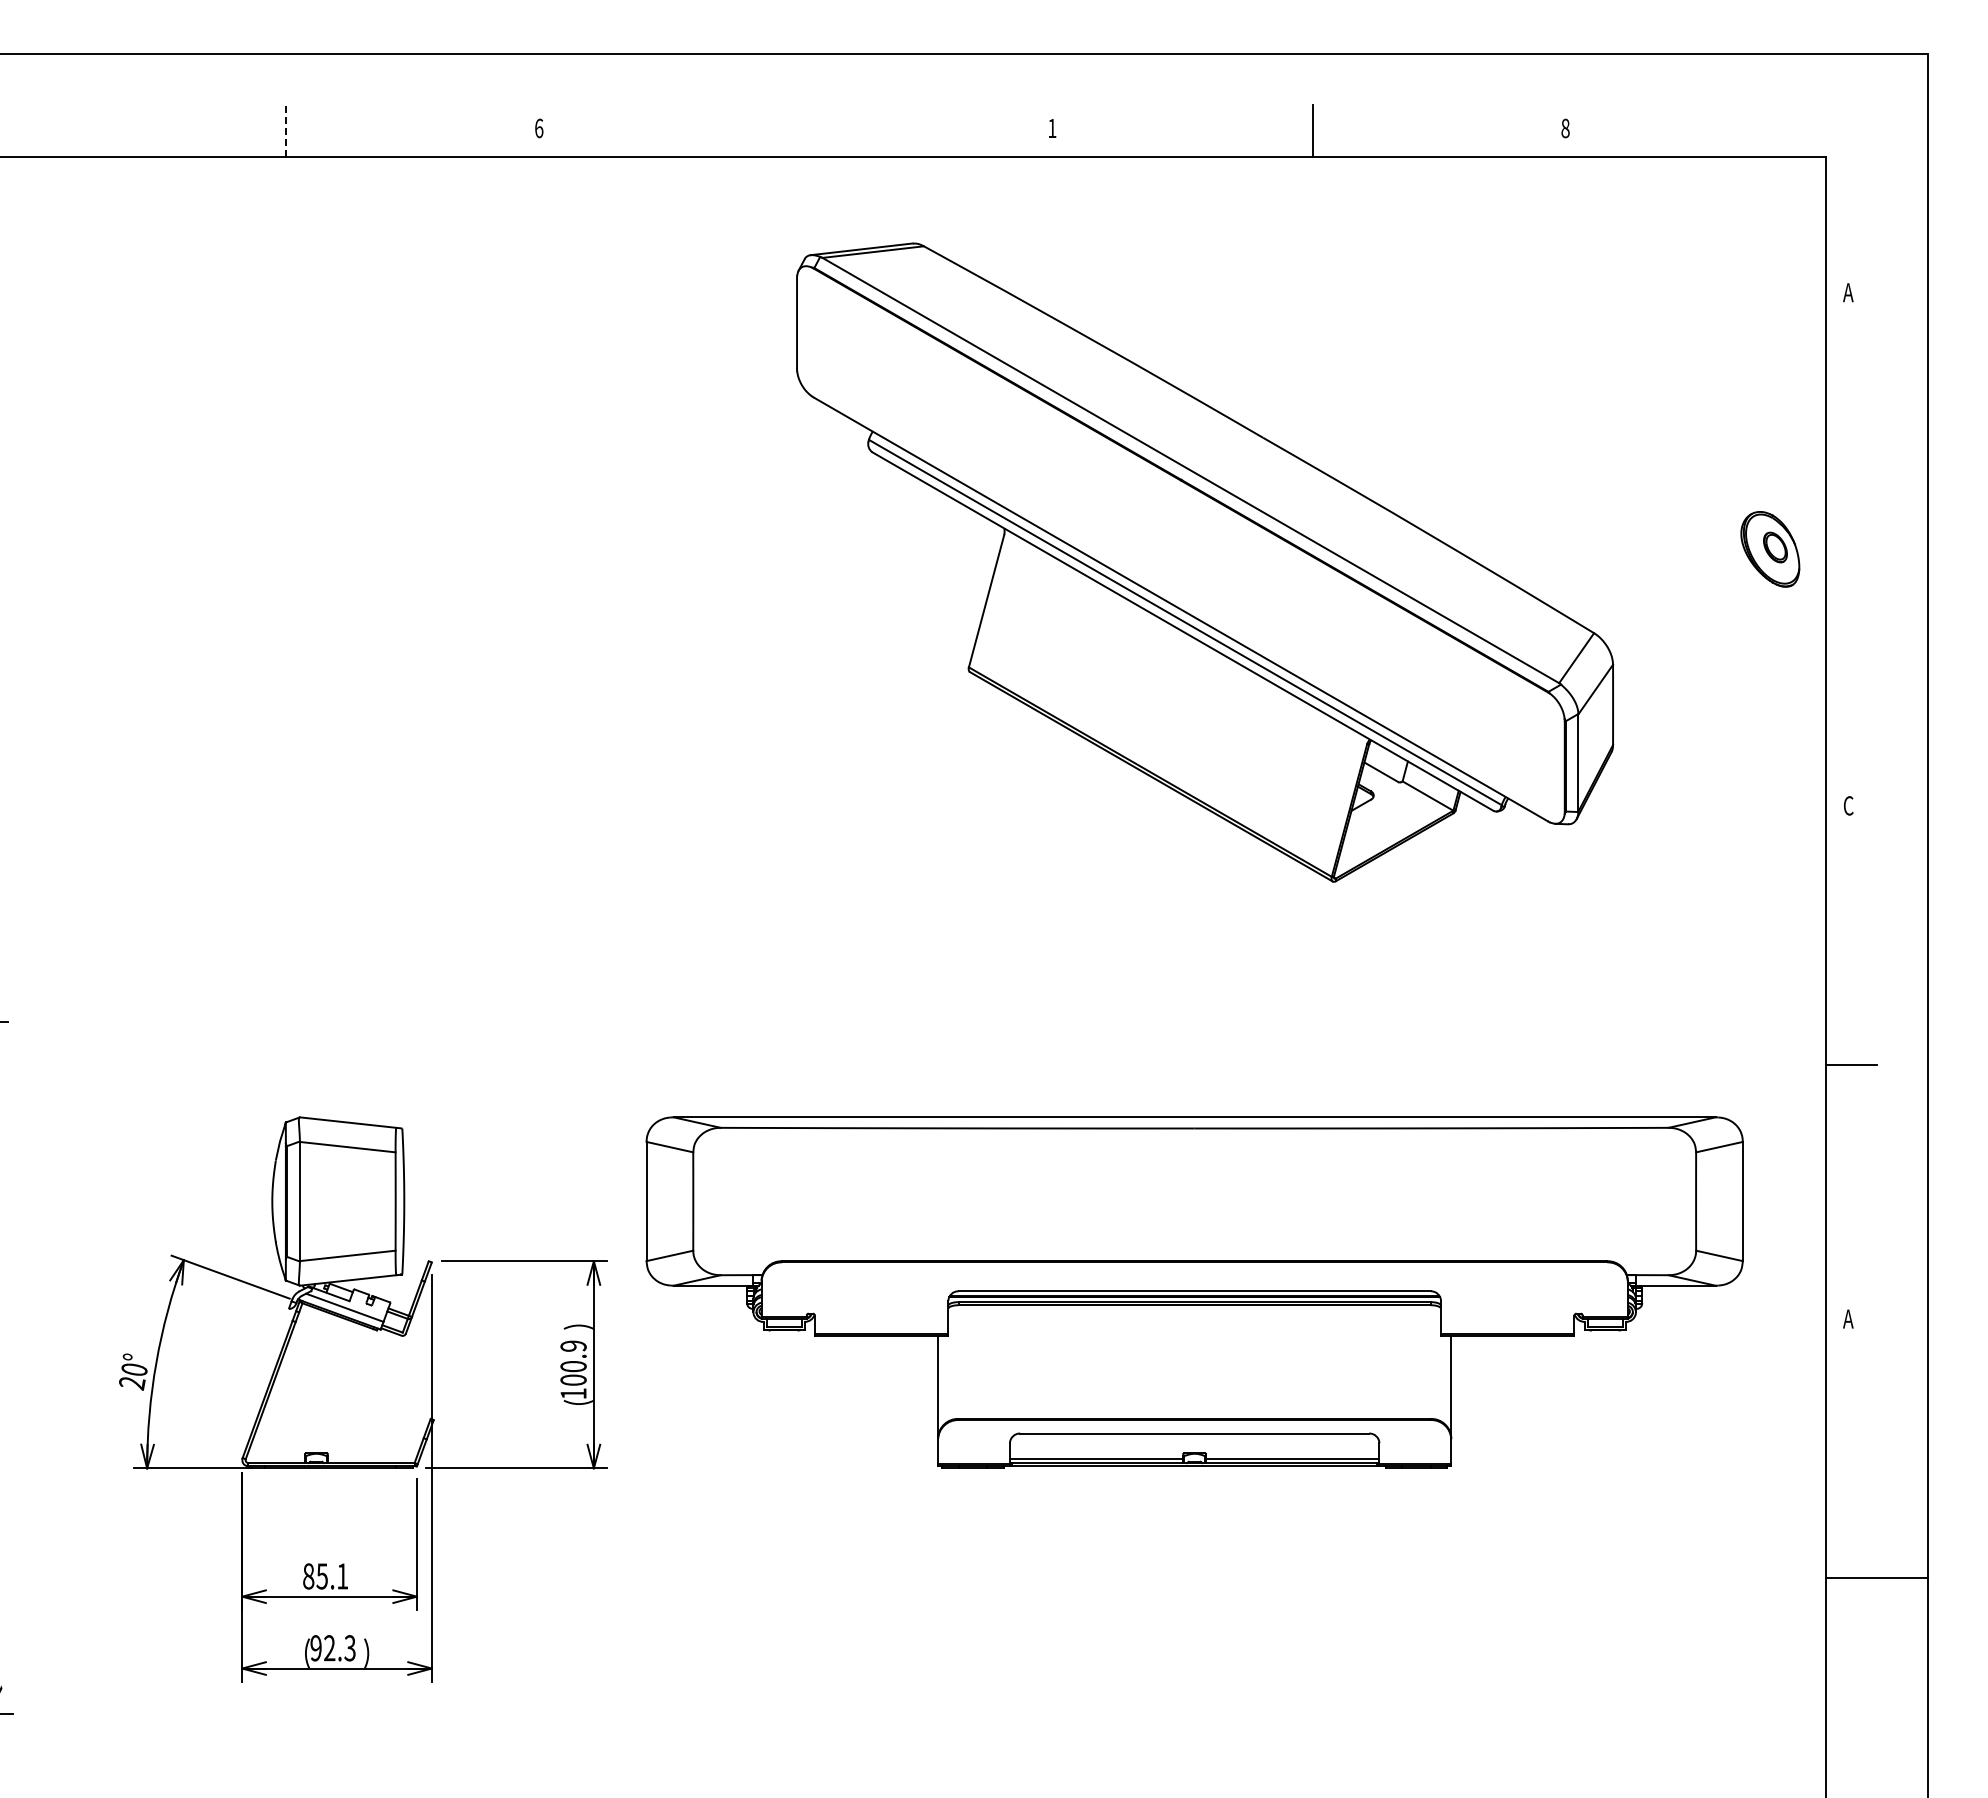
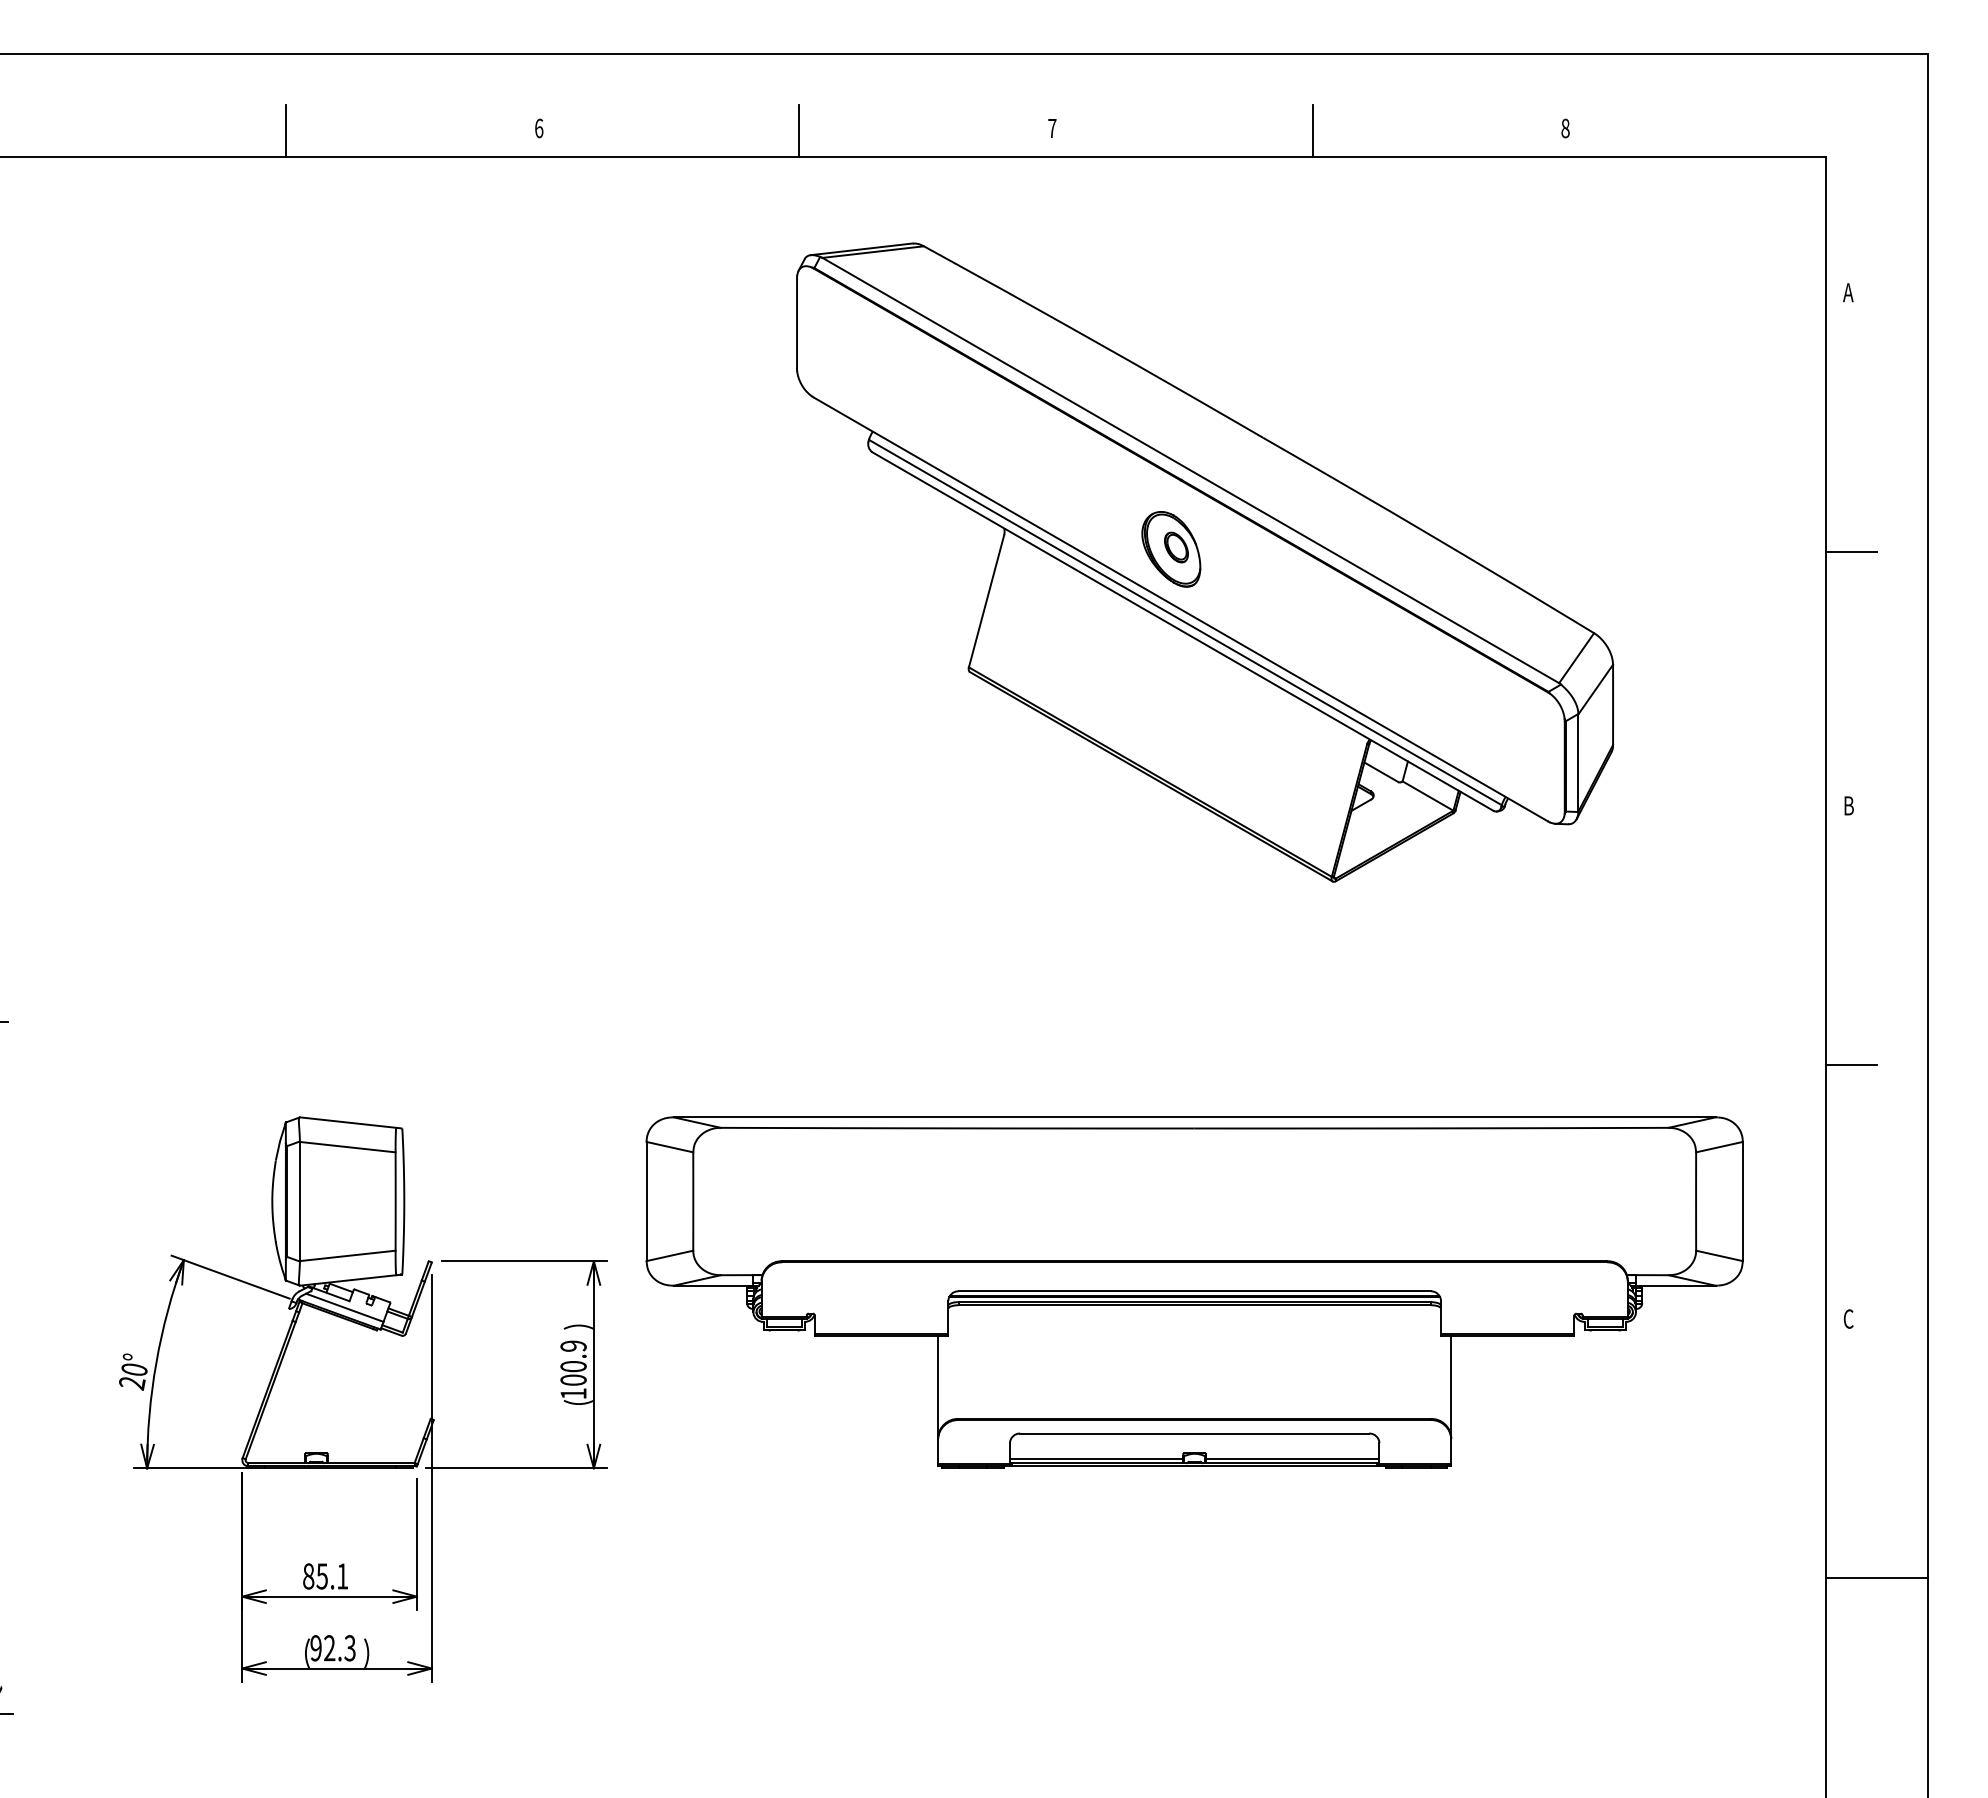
text at (1052, 128): 1 -> 7
line at (286, 130): dashed -> solid
line at (799, 130): none -> present
part at (1770, 549) position: (1770, 549) -> (1171, 549)
line at (1851, 551): none -> present
text at (1848, 805): C -> B
text at (1848, 1318): A -> C
